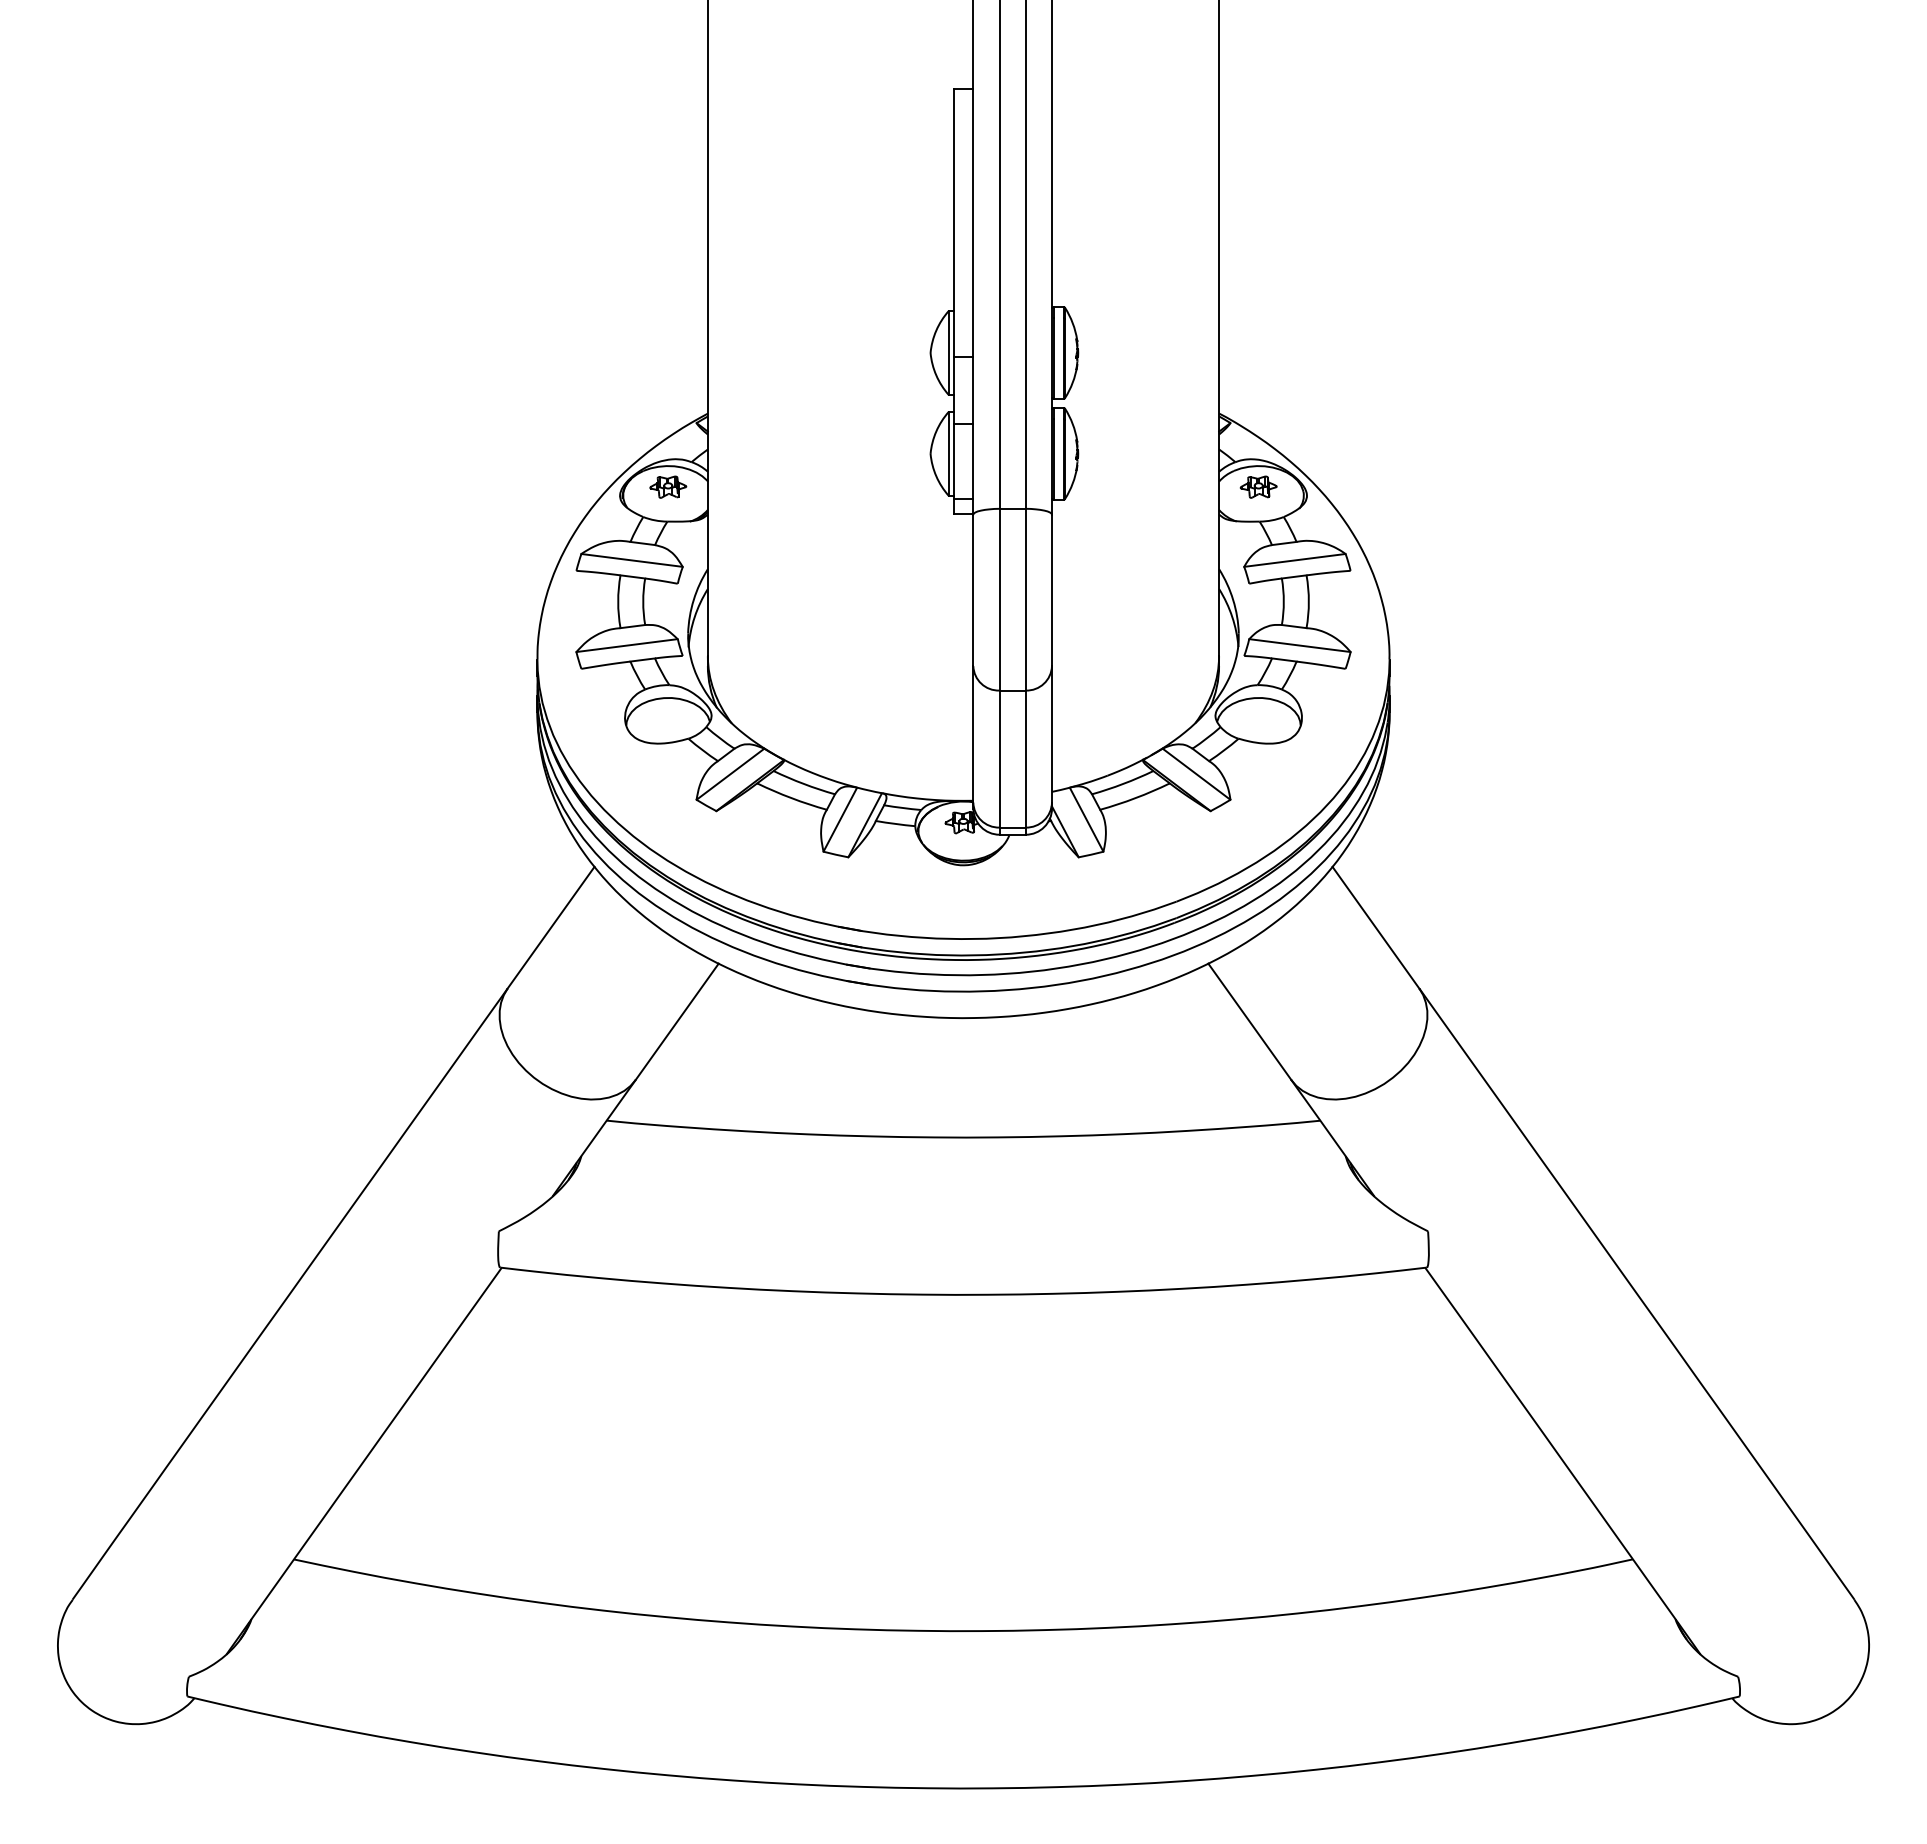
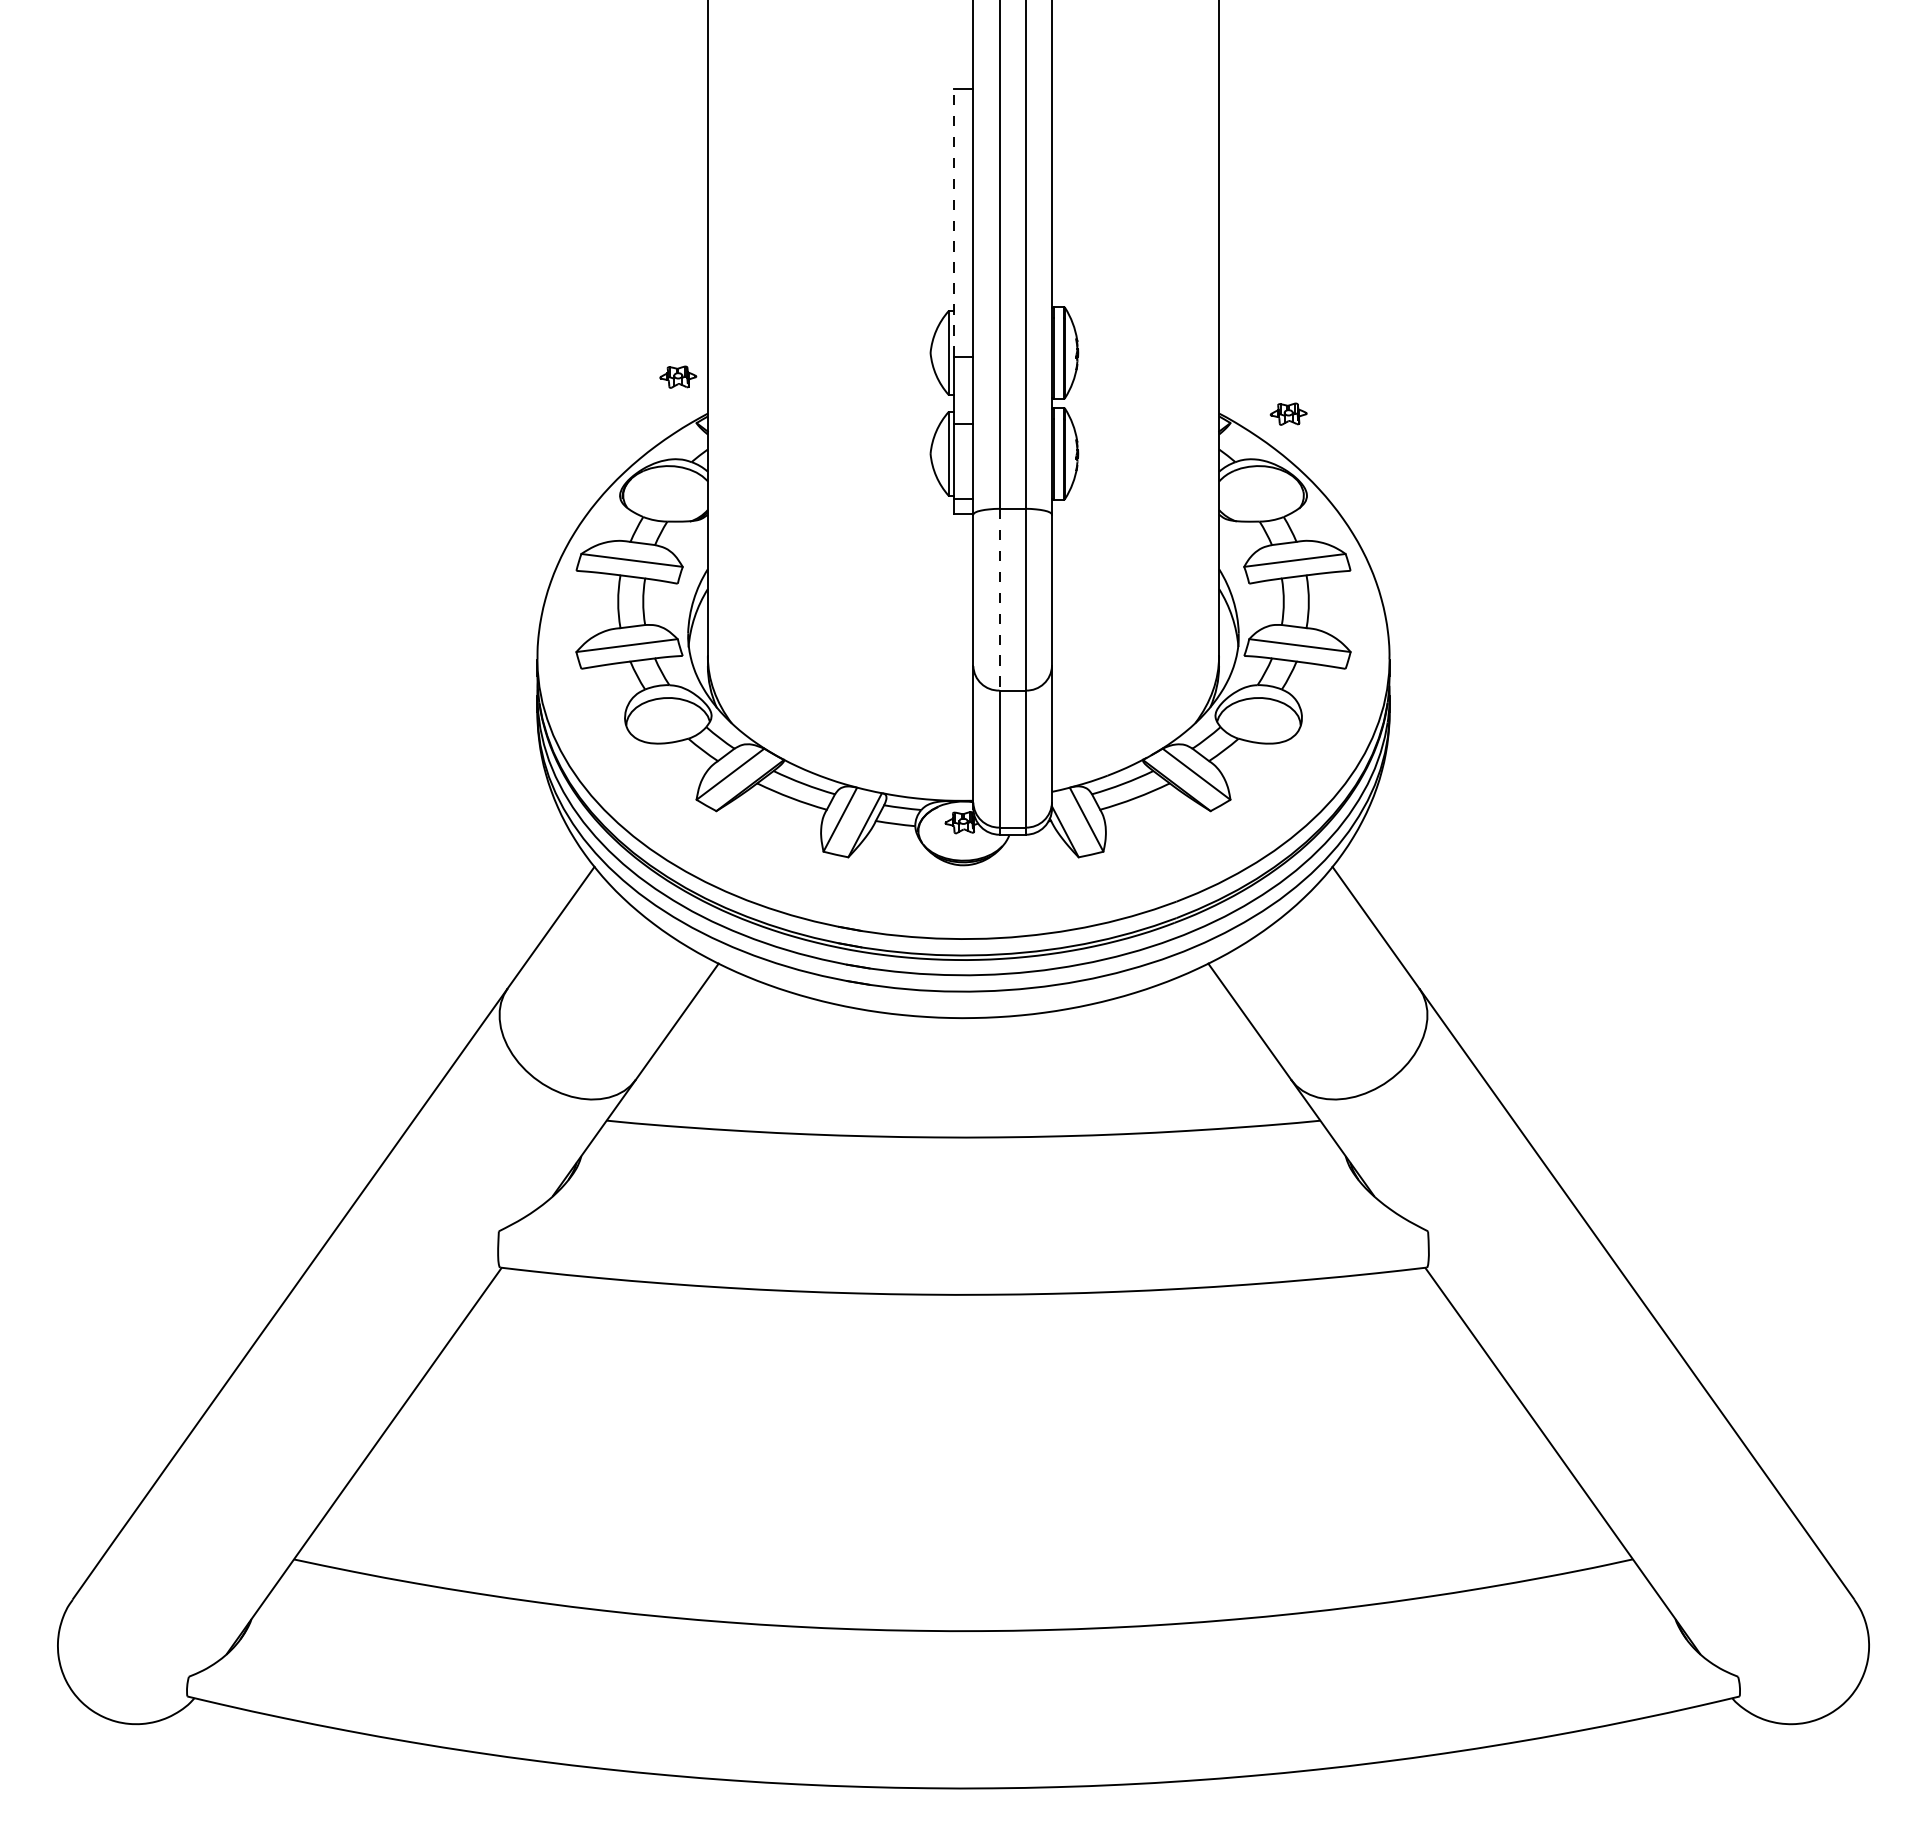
line at (953, 222): solid -> dashed
part at (668, 486) position: (668, 486) -> (678, 376)
part at (1258, 486) position: (1258, 486) -> (1288, 413)
line at (999, 599): solid -> dashed
